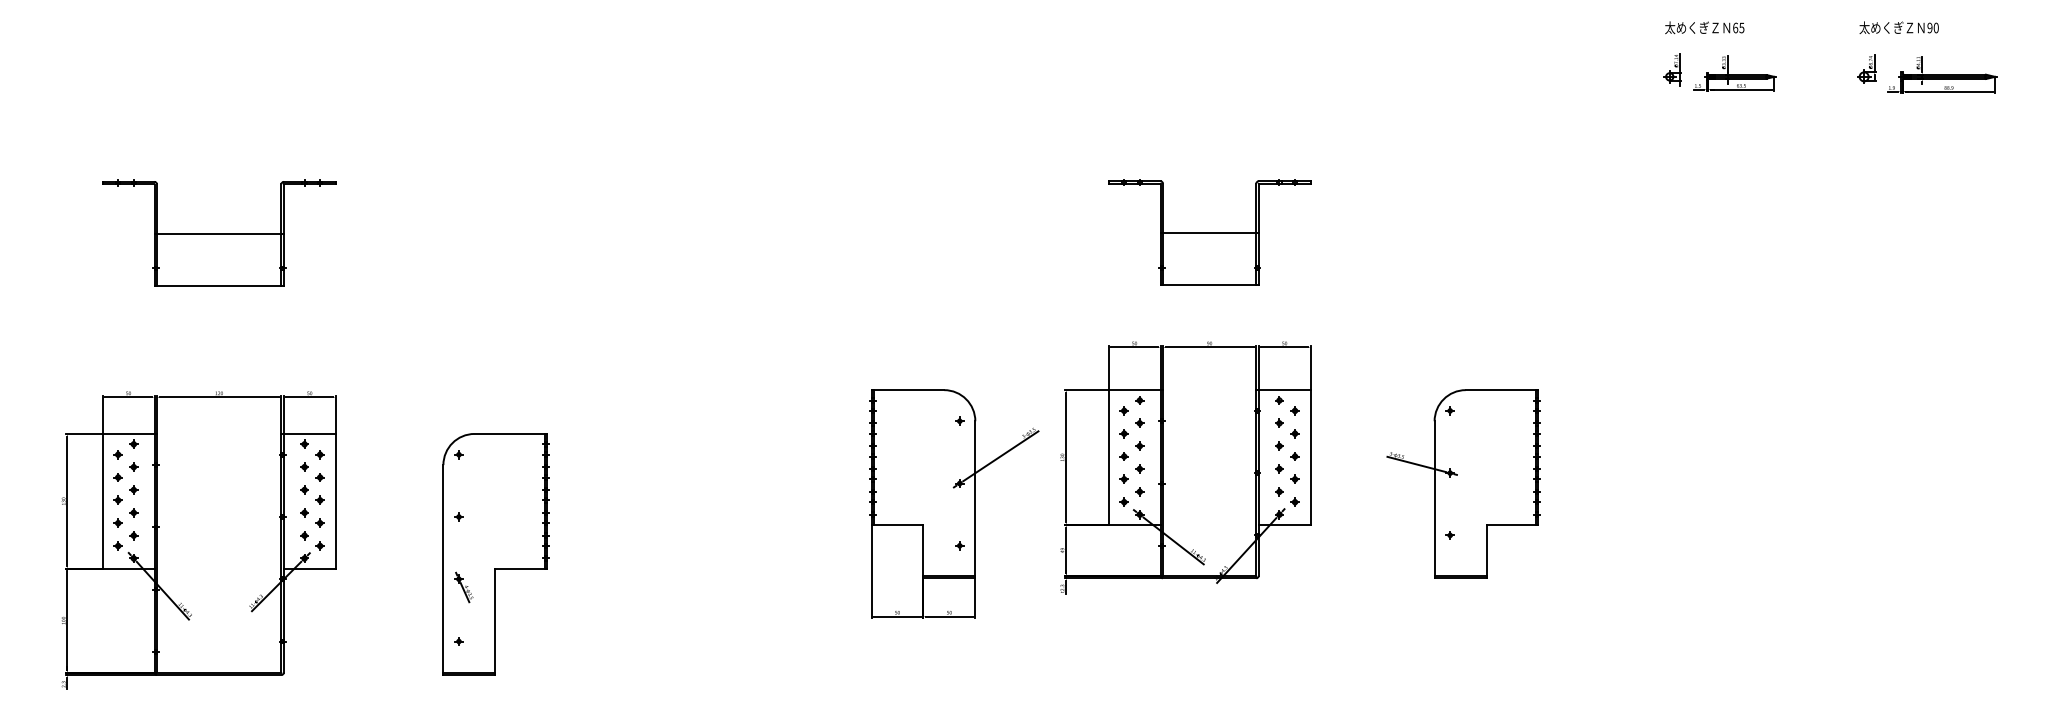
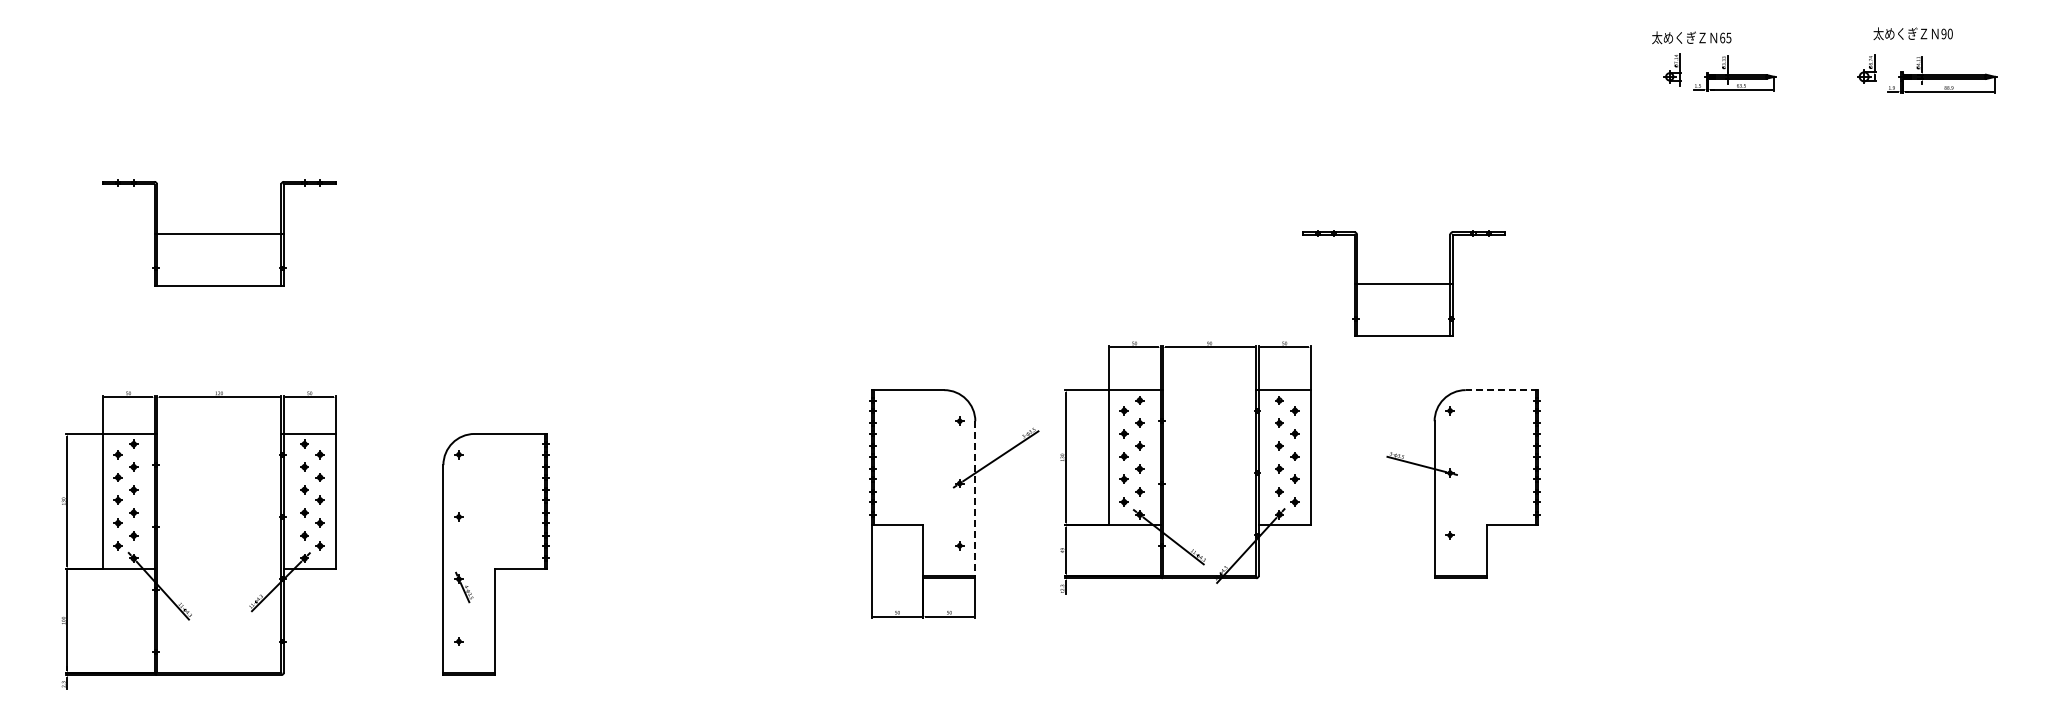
text at (1704, 27) position: (1704, 27) -> (1691, 37)
text at (1898, 27) position: (1898, 27) -> (1912, 33)
part at (1209, 232) position: (1209, 232) -> (1403, 283)
line at (1501, 390): solid -> dashed
line at (975, 499): solid -> dashed
